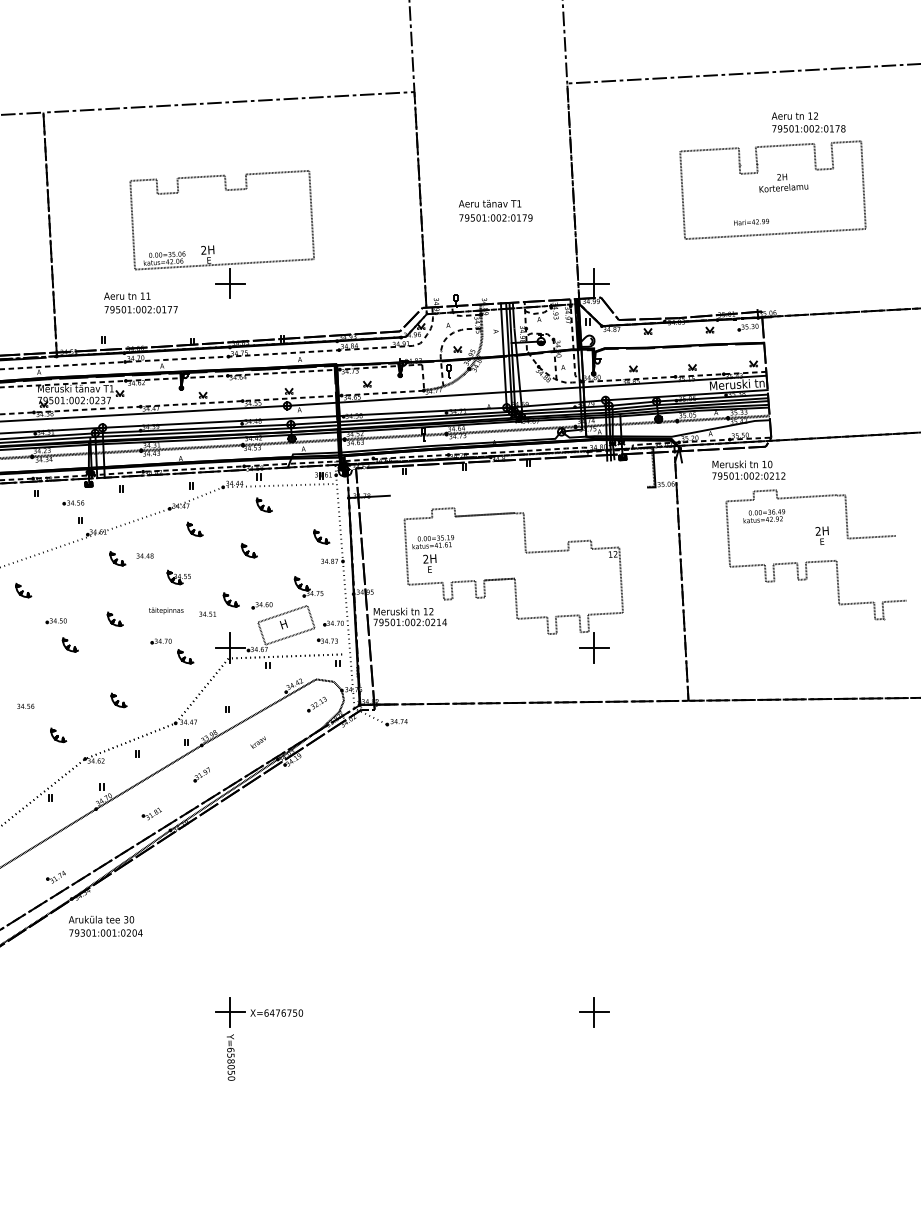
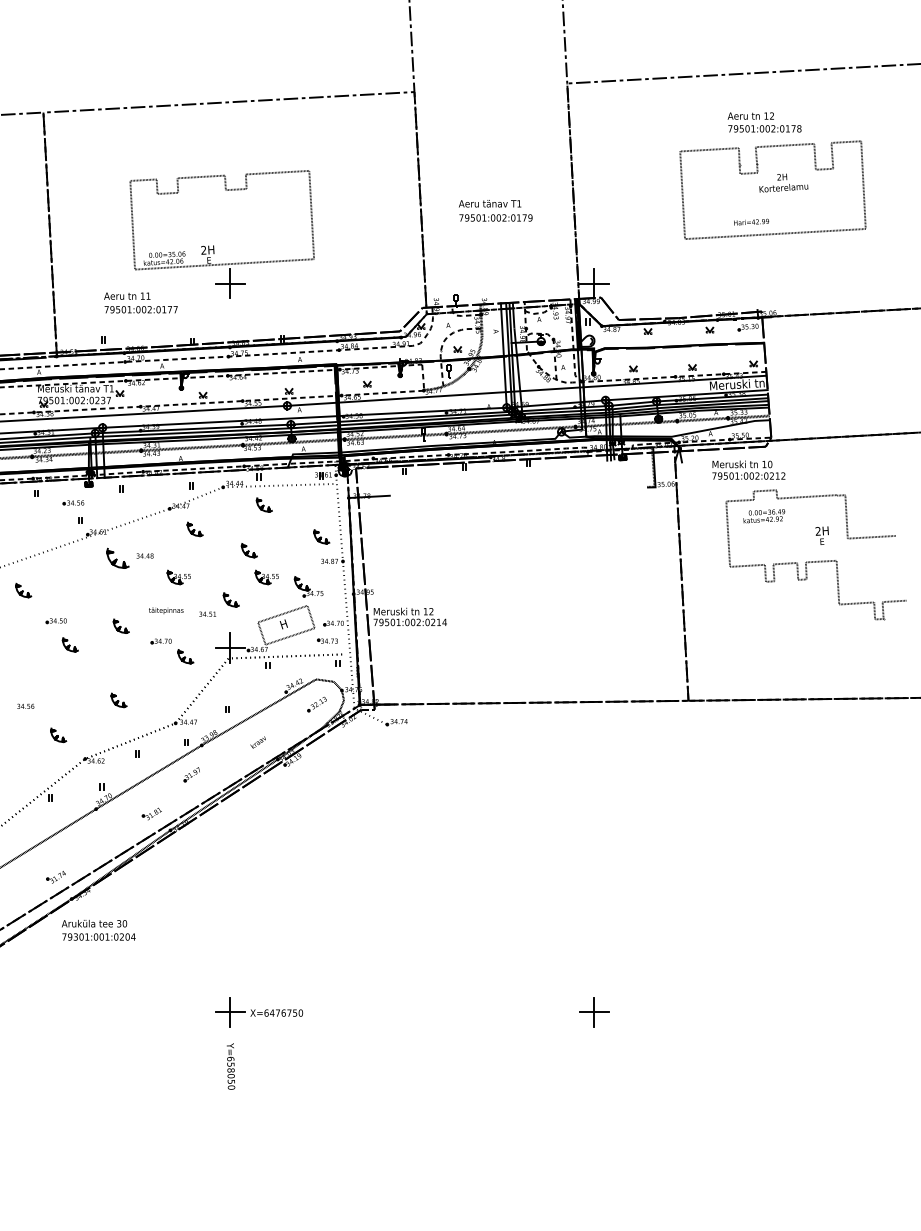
text at (808, 122) position: (808, 122) -> (764, 122)
part at (117, 558) size: 18x16 px -> 24x22 px
part at (266, 577): none -> present
part at (513, 585): present -> none
part at (261, 605): present -> none
part at (114, 618) position: (114, 618) -> (120, 625)
part at (201, 774) position: (201, 774) -> (191, 774)
text at (105, 925) position: (105, 925) -> (98, 929)
text at (231, 1057) position: (231, 1057) -> (231, 1066)
